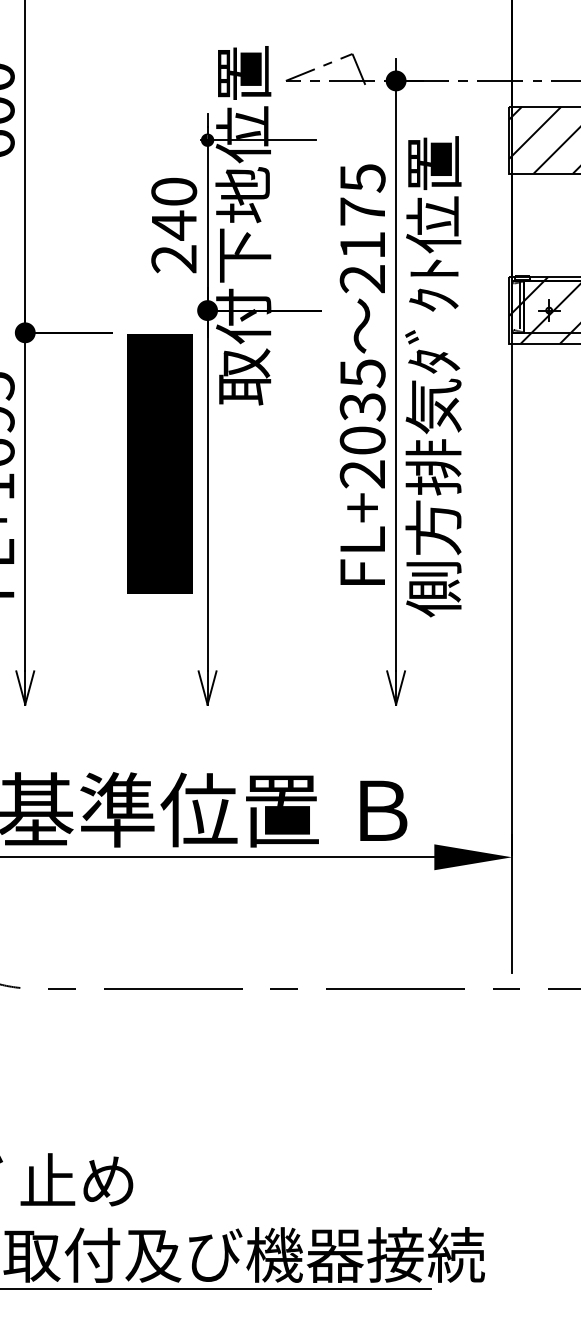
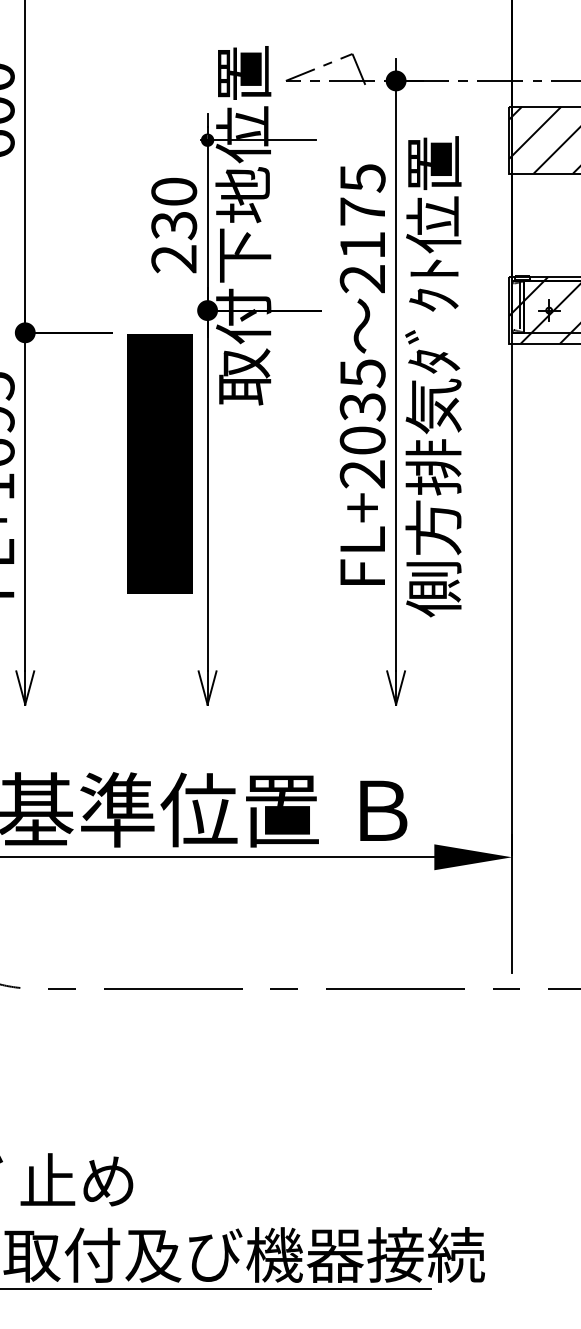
text at (174, 225): 240 -> 230
